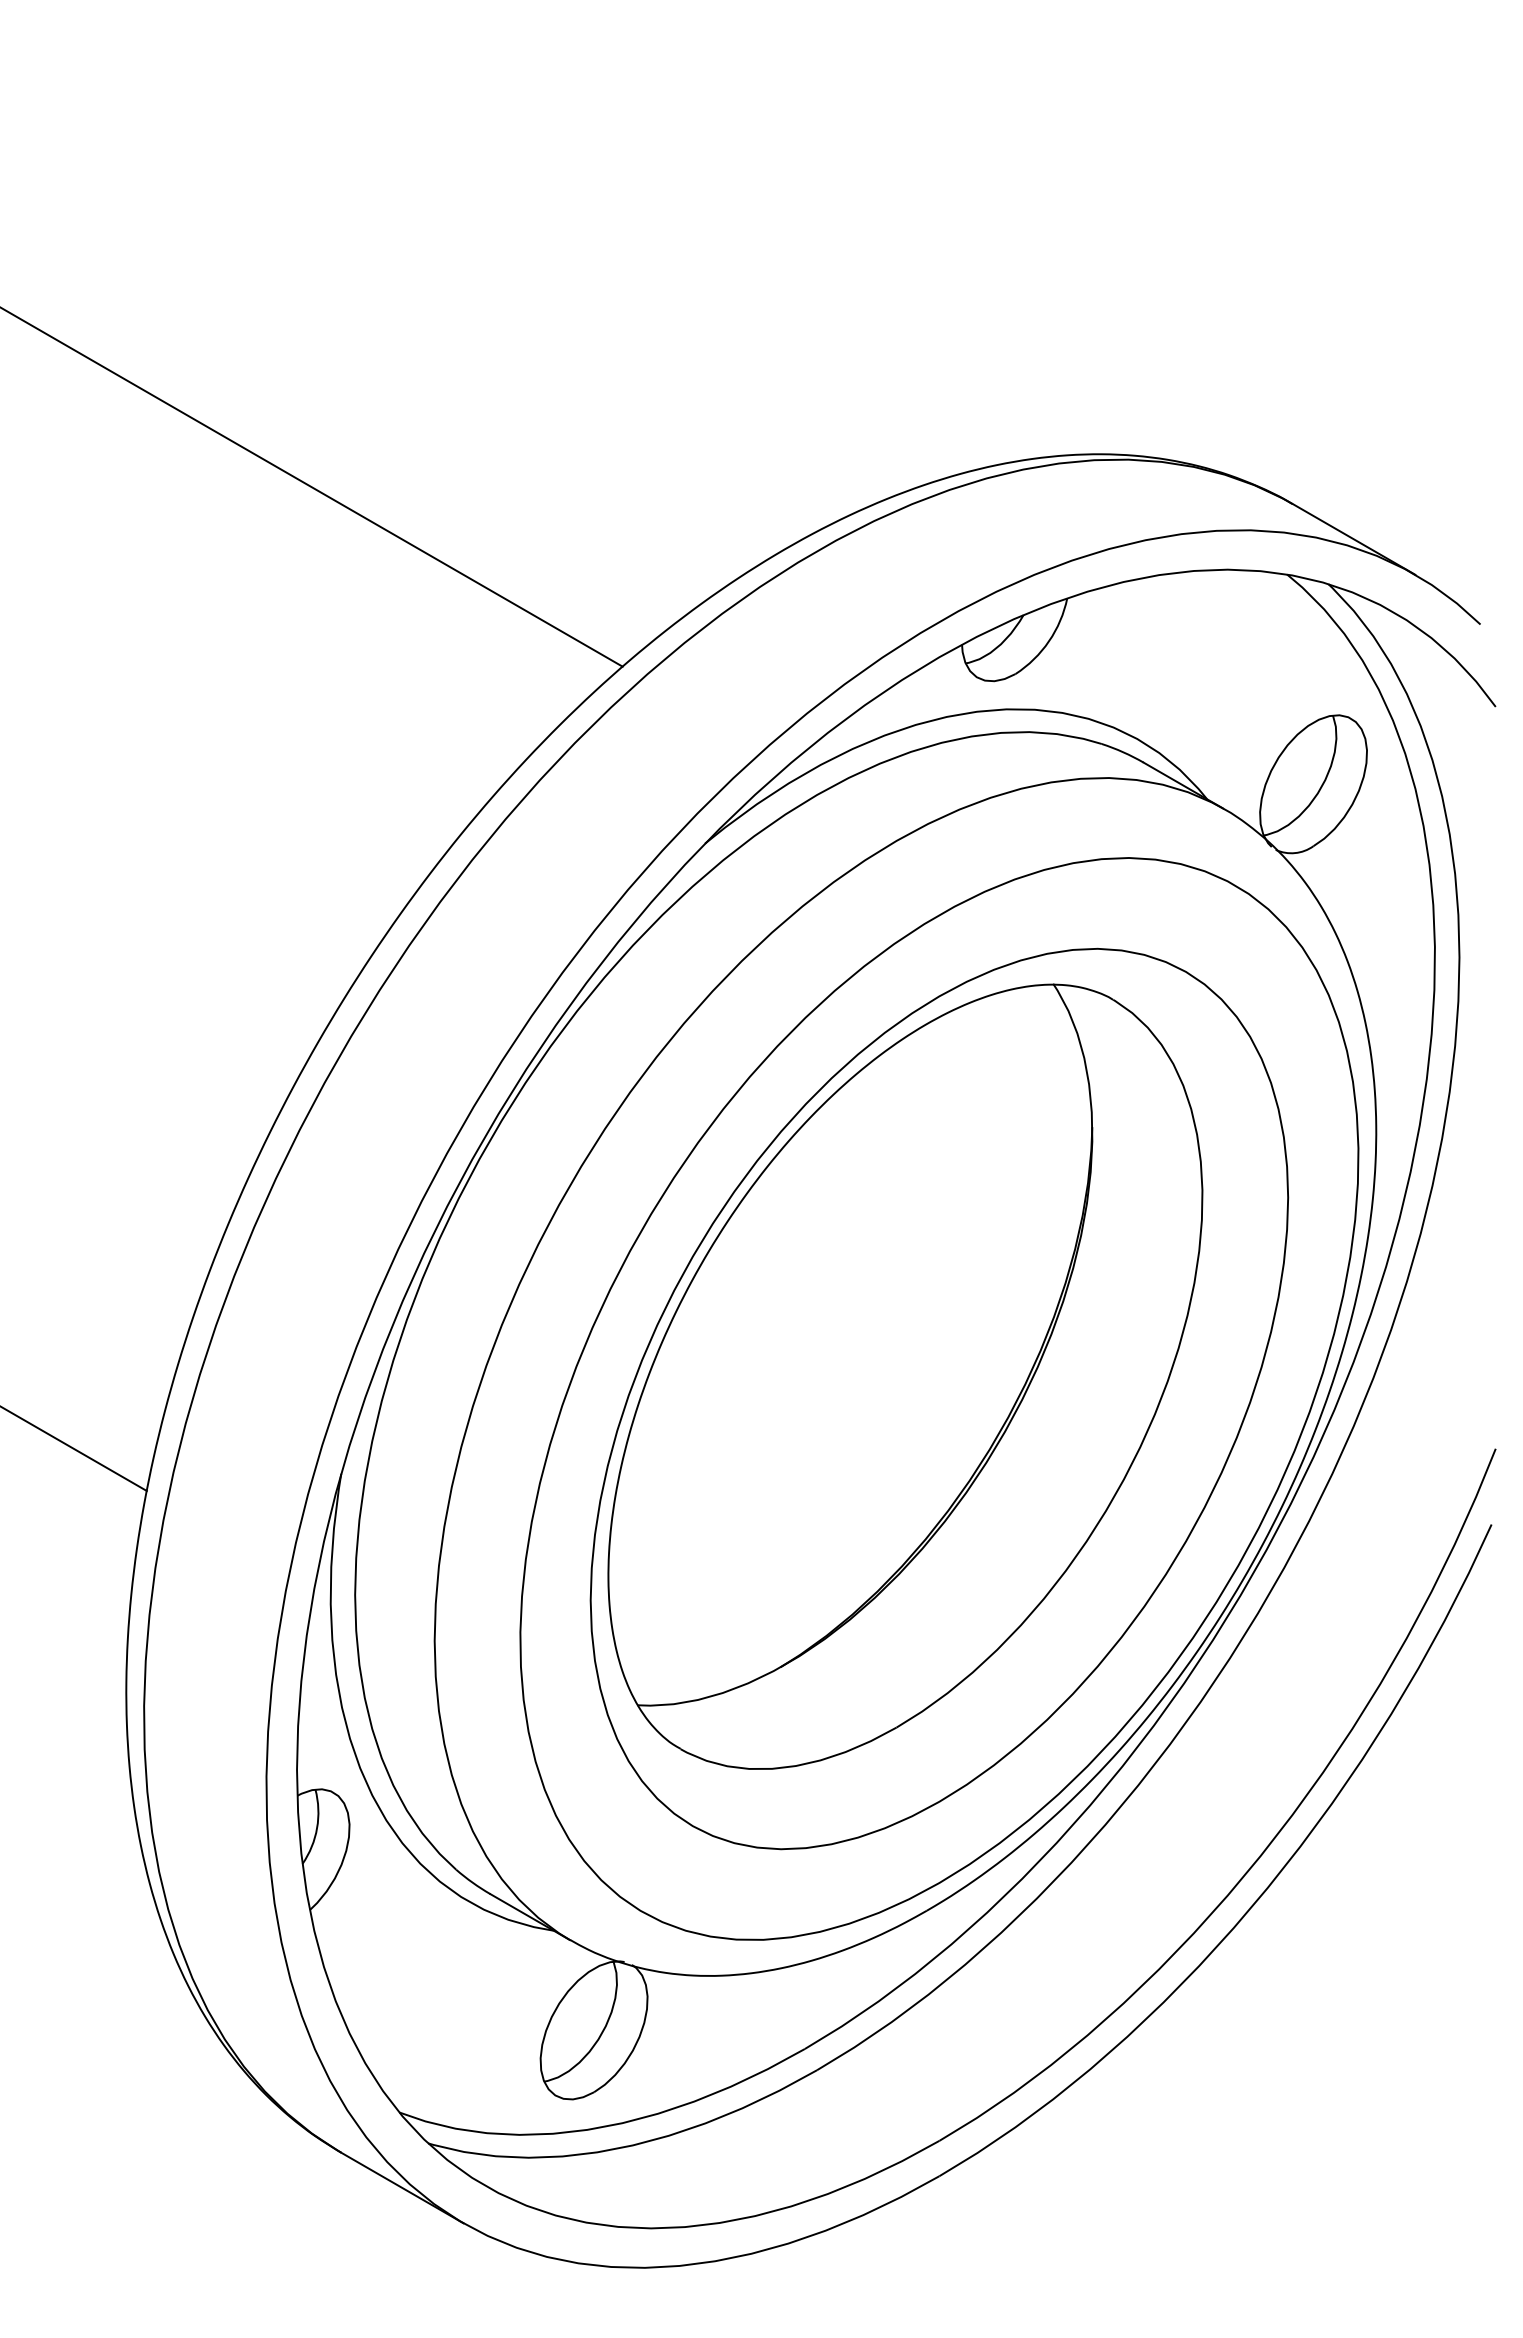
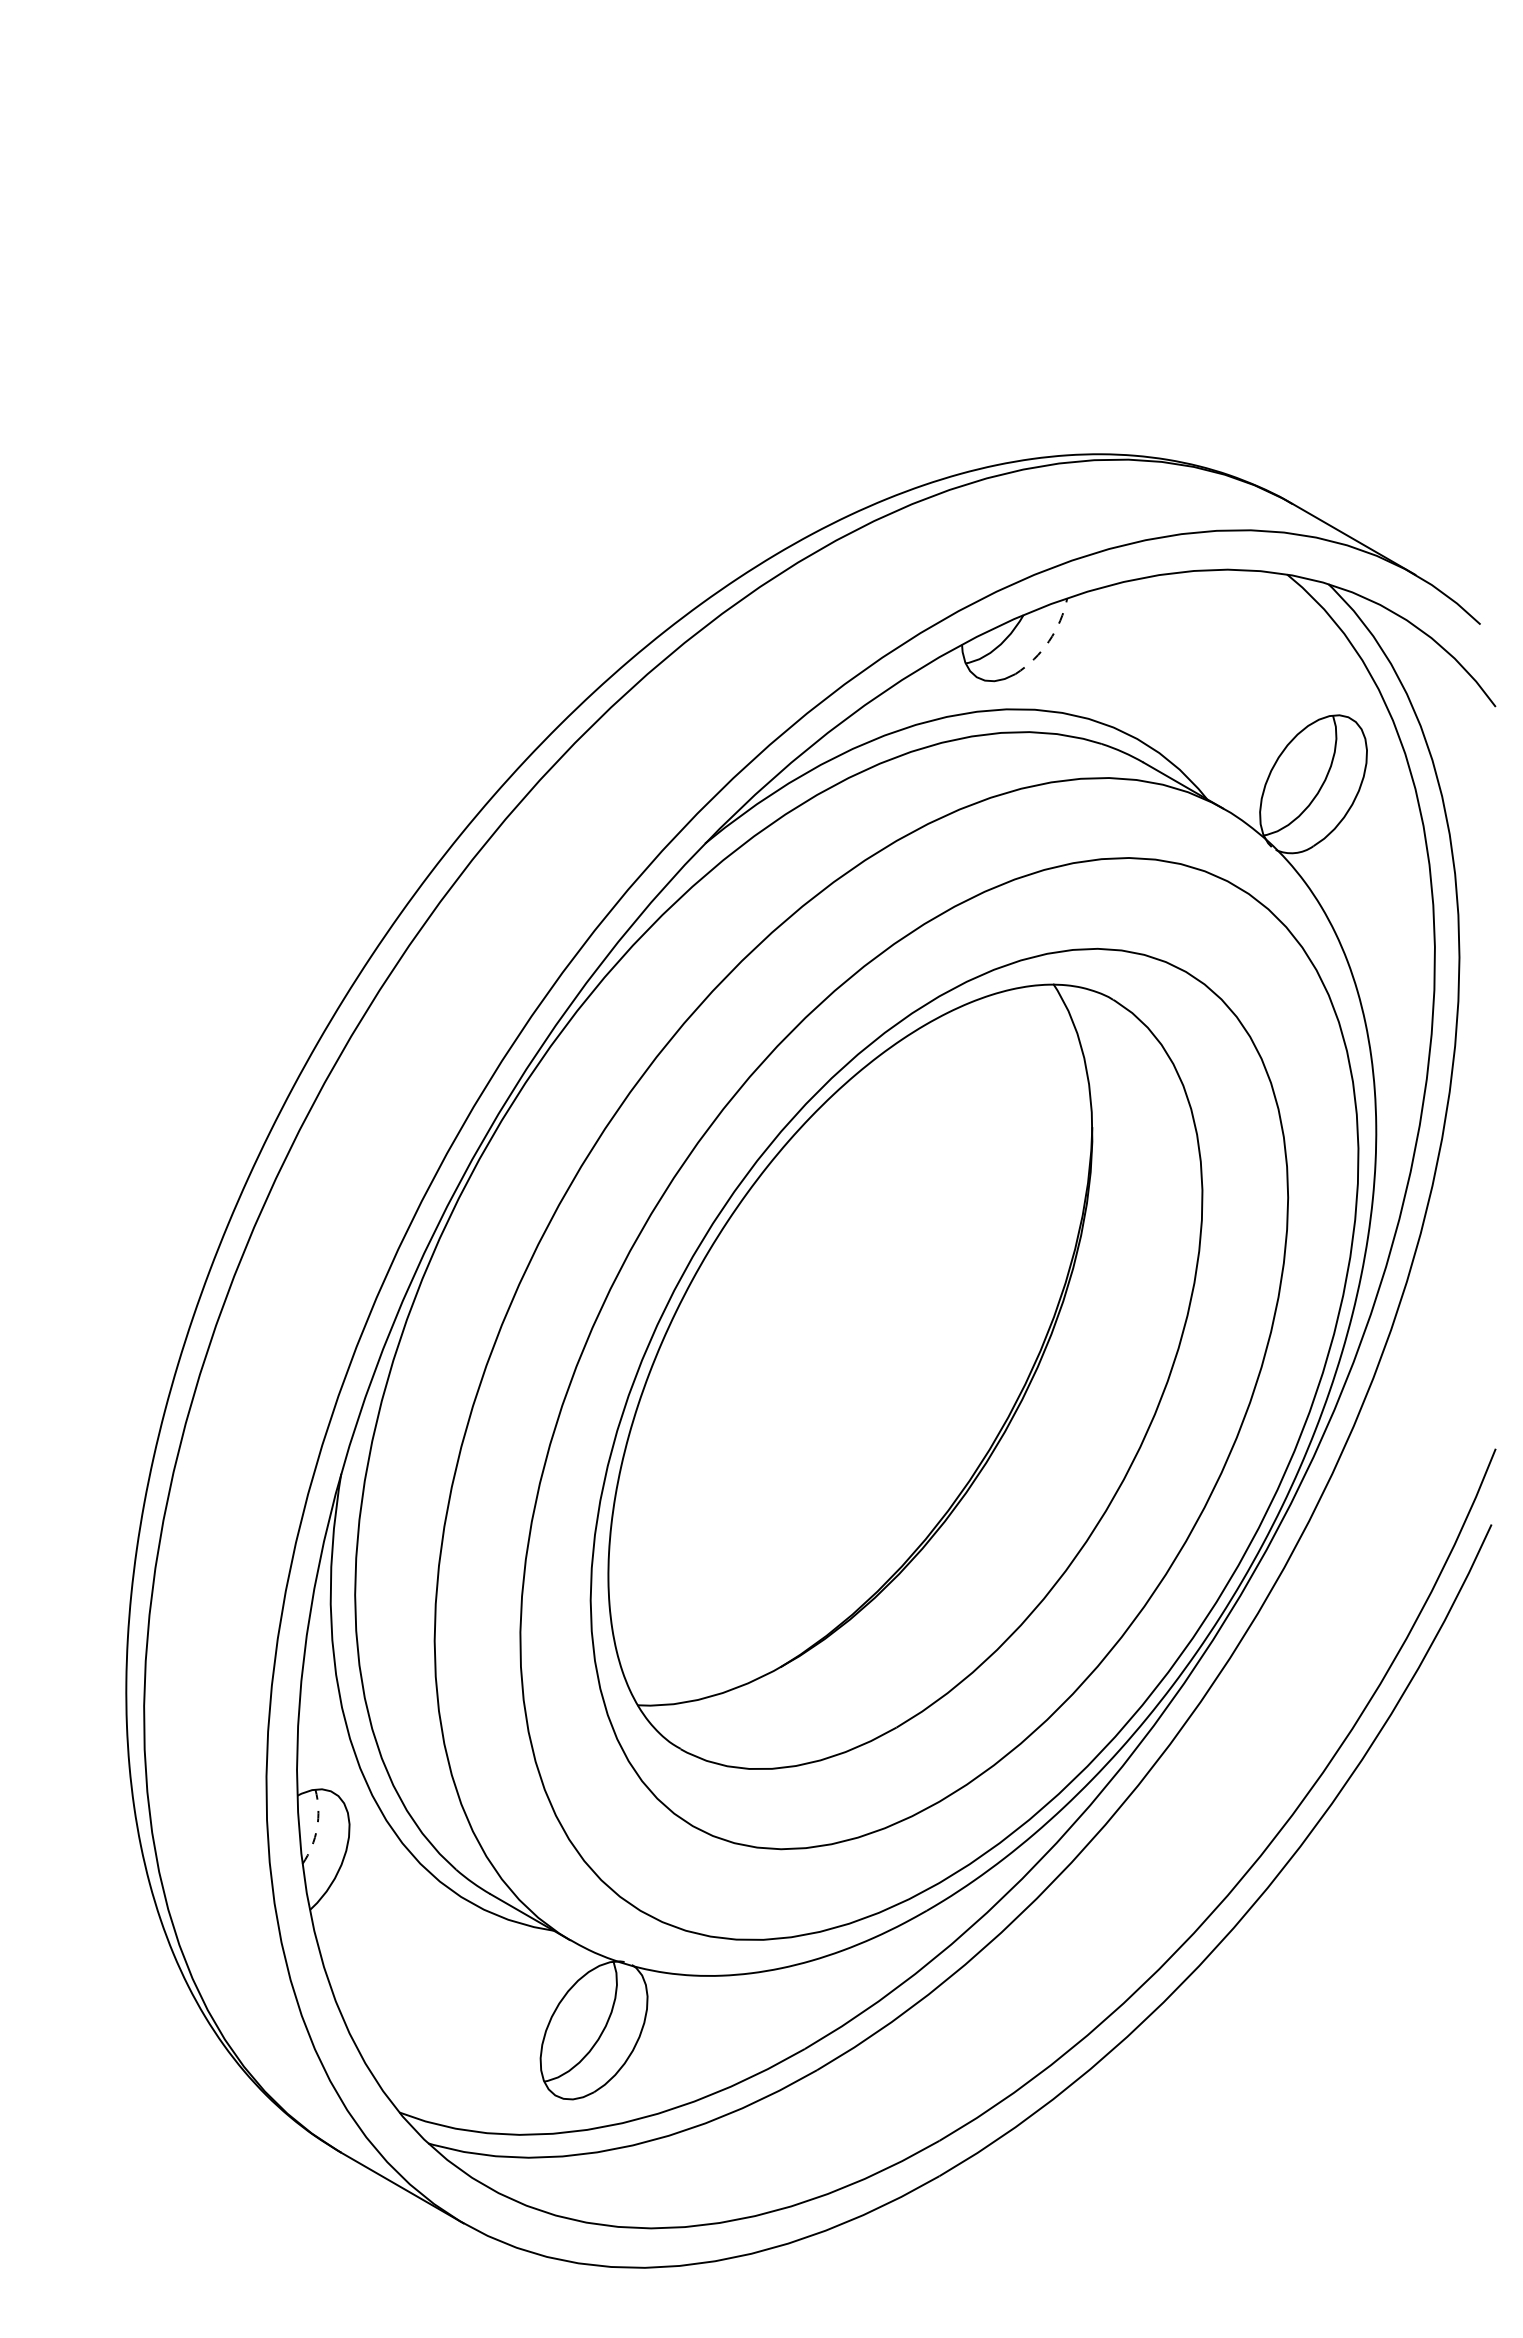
line at (312, 487): present -> none
arc at (1049, 641): solid -> dashed
line at (74, 1449): present -> none
arc at (317, 1828): solid -> dashed
